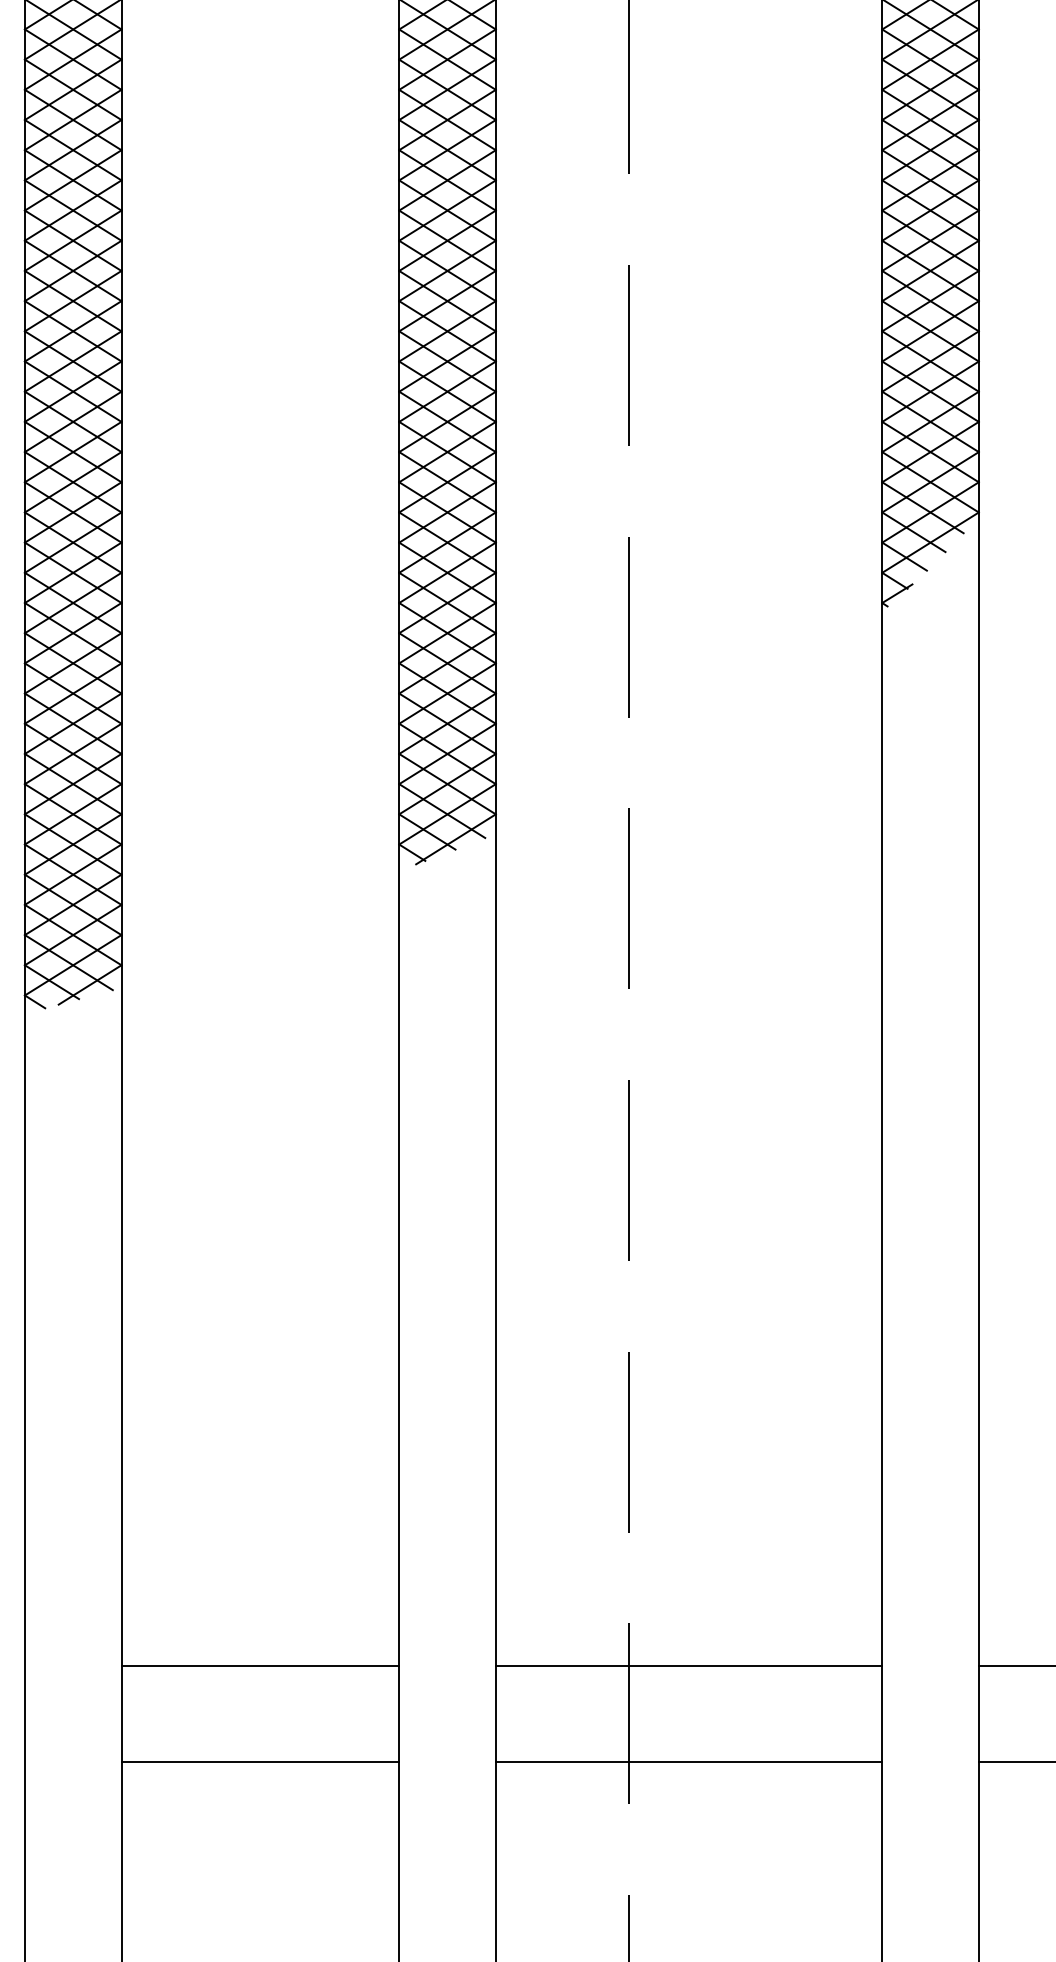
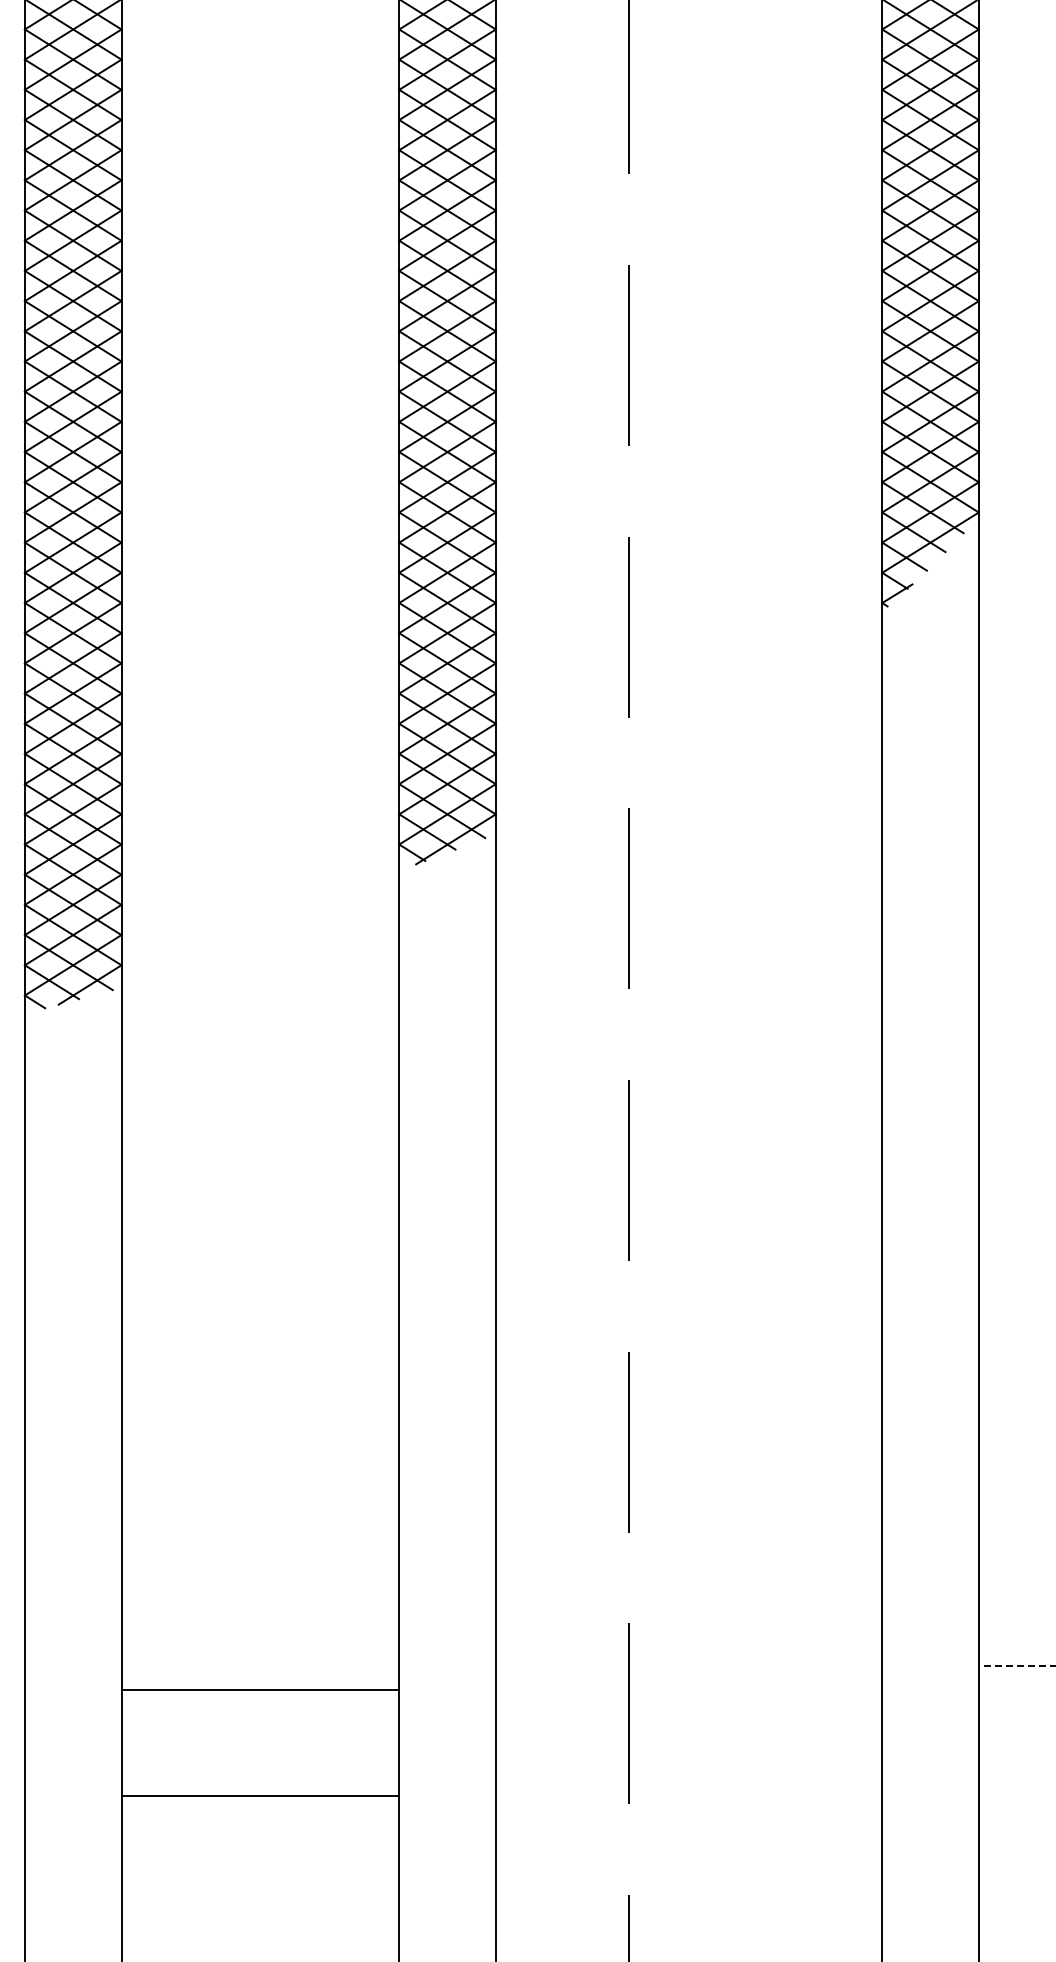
line at (260, 1665) position: (260, 1665) -> (260, 1689)
line at (688, 1665): present -> none
line at (1016, 1665): solid -> dashed
line at (260, 1762) position: (260, 1762) -> (260, 1796)
line at (688, 1762): present -> none
line at (1015, 1762): present -> none
